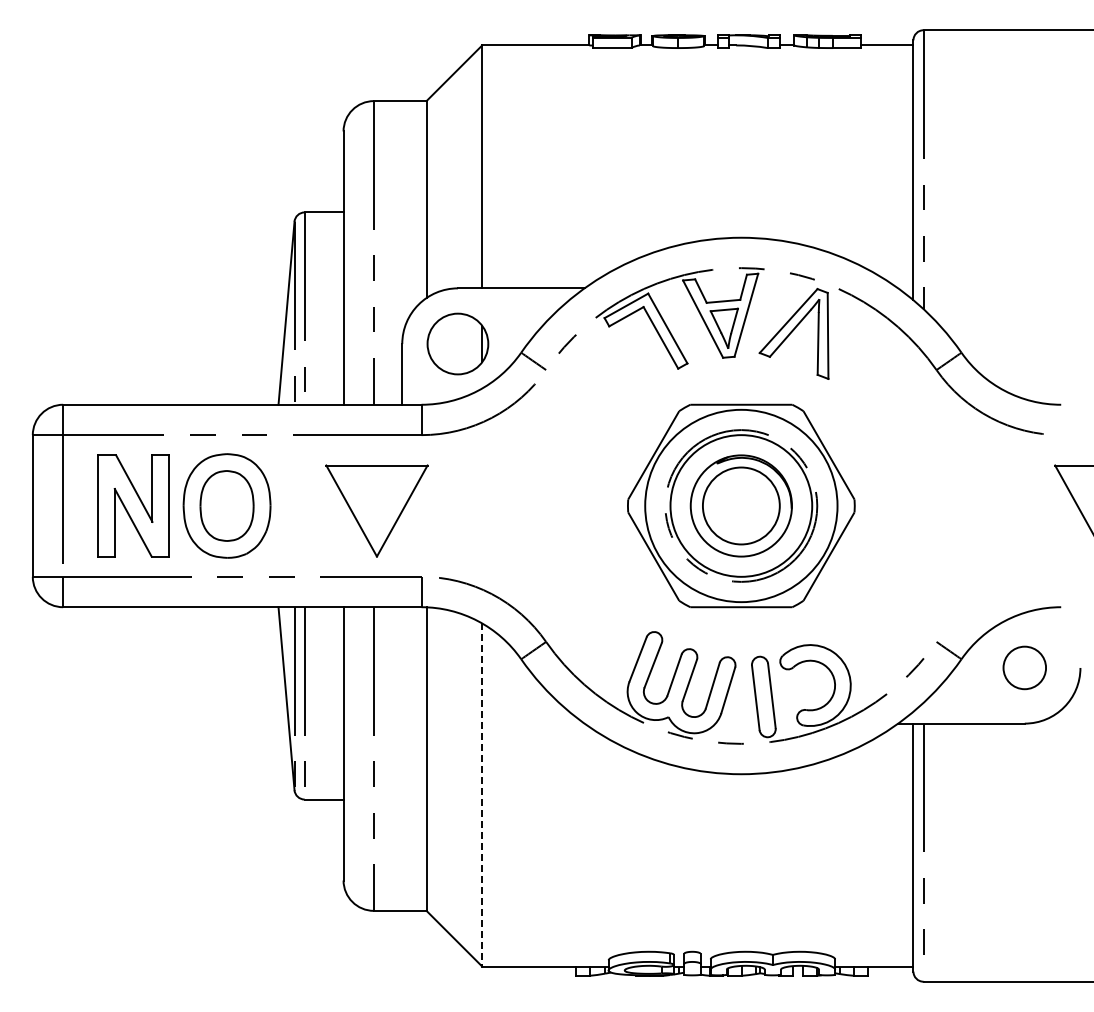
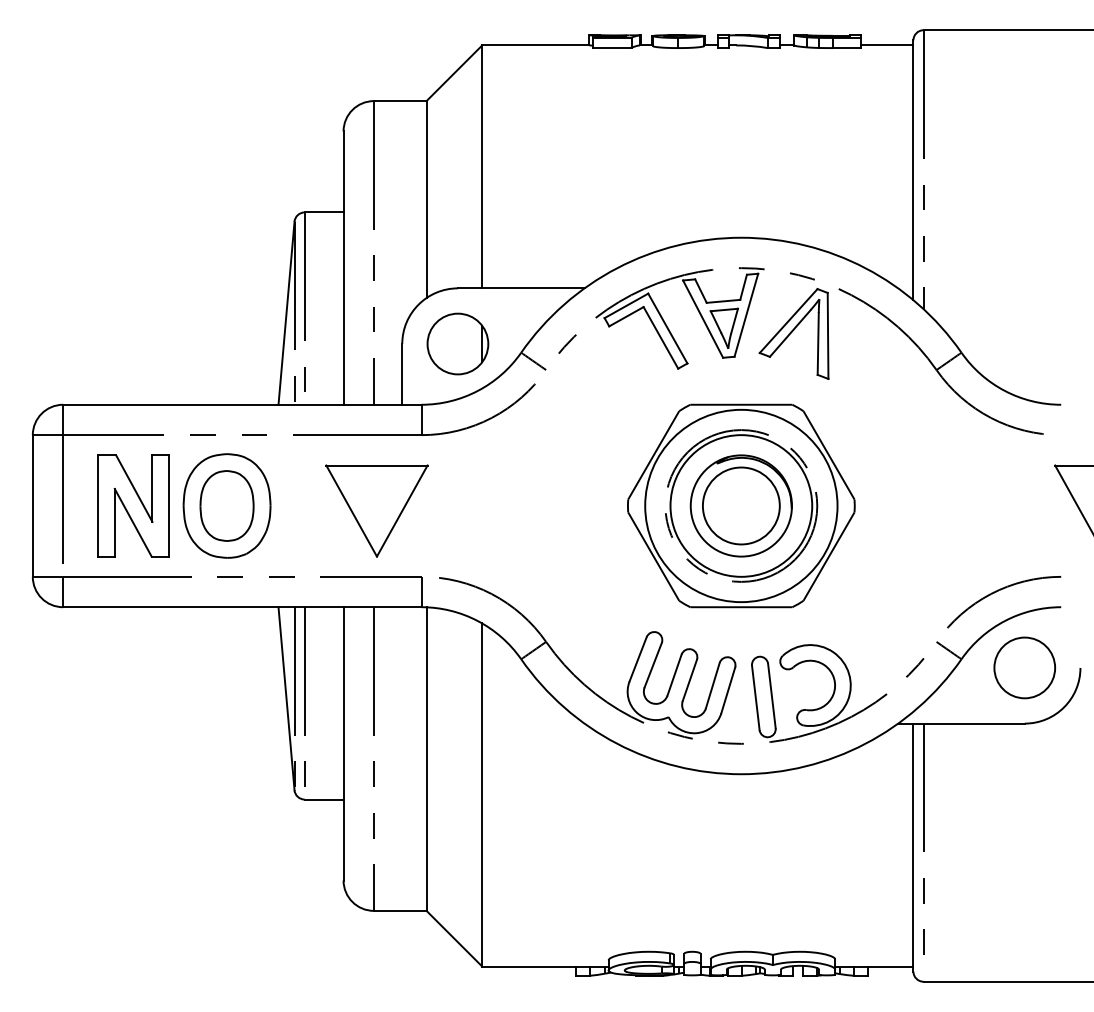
arc at (1001, 590): none -> present
circle at (1024, 667) diameter: 43 px -> 61 px
line at (482, 795): dashed -> solid
